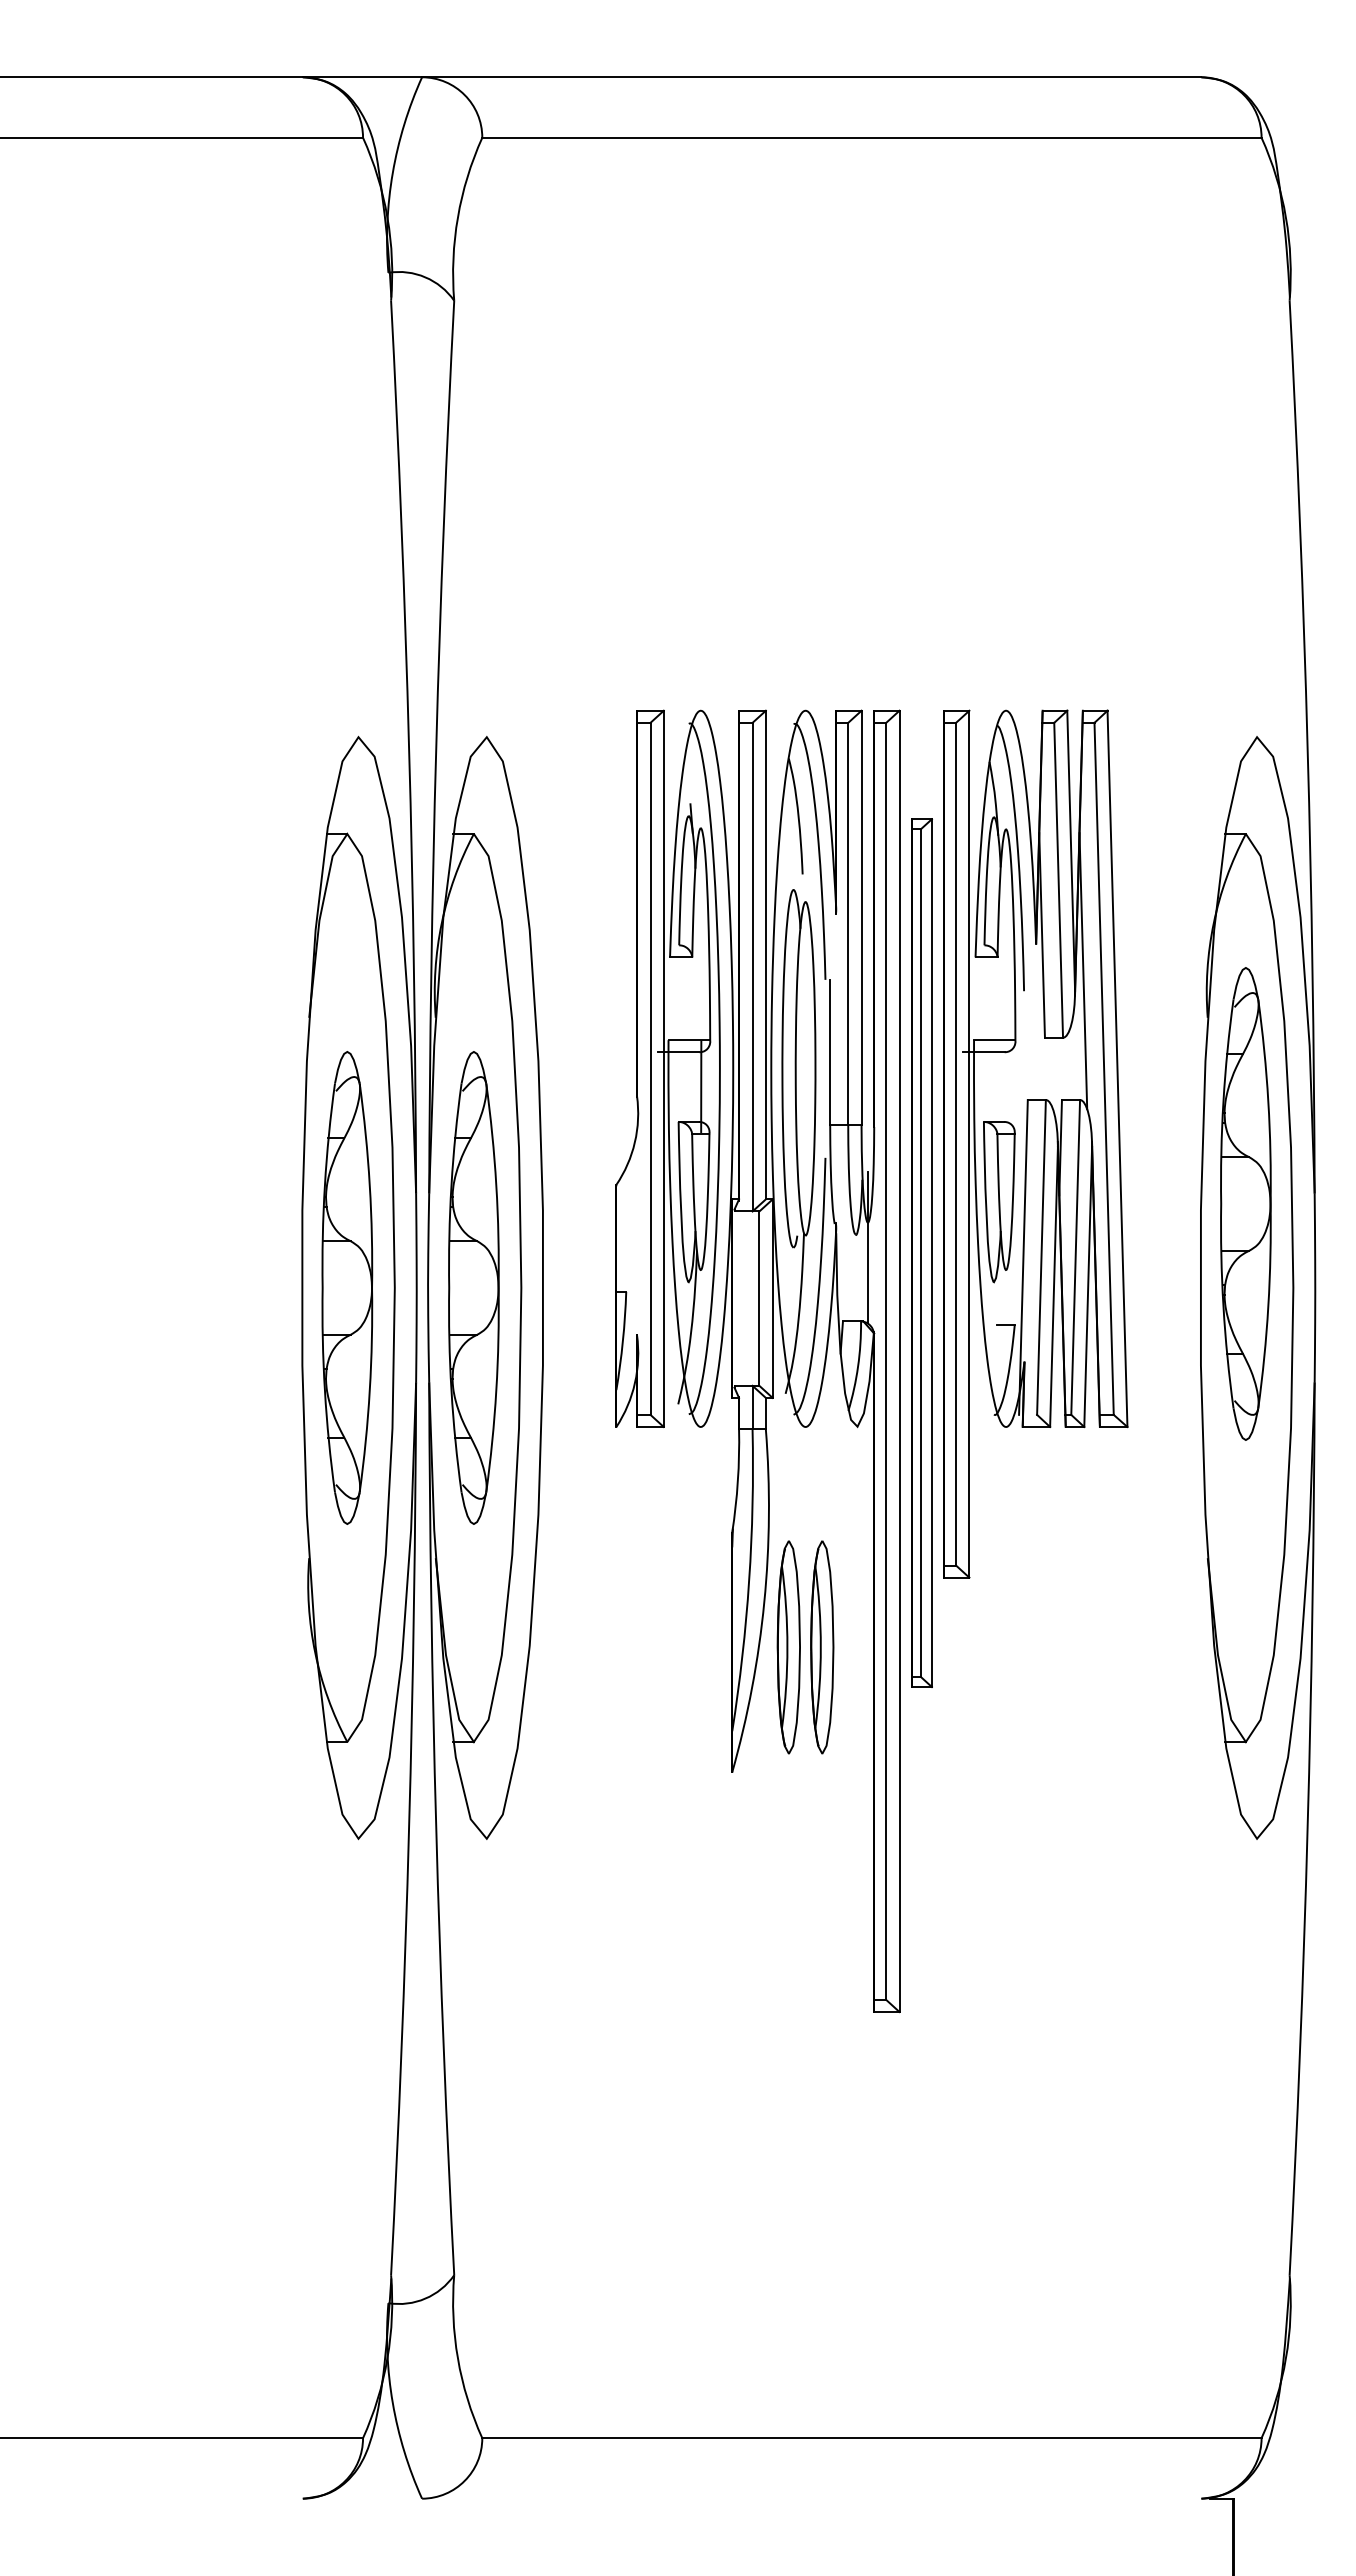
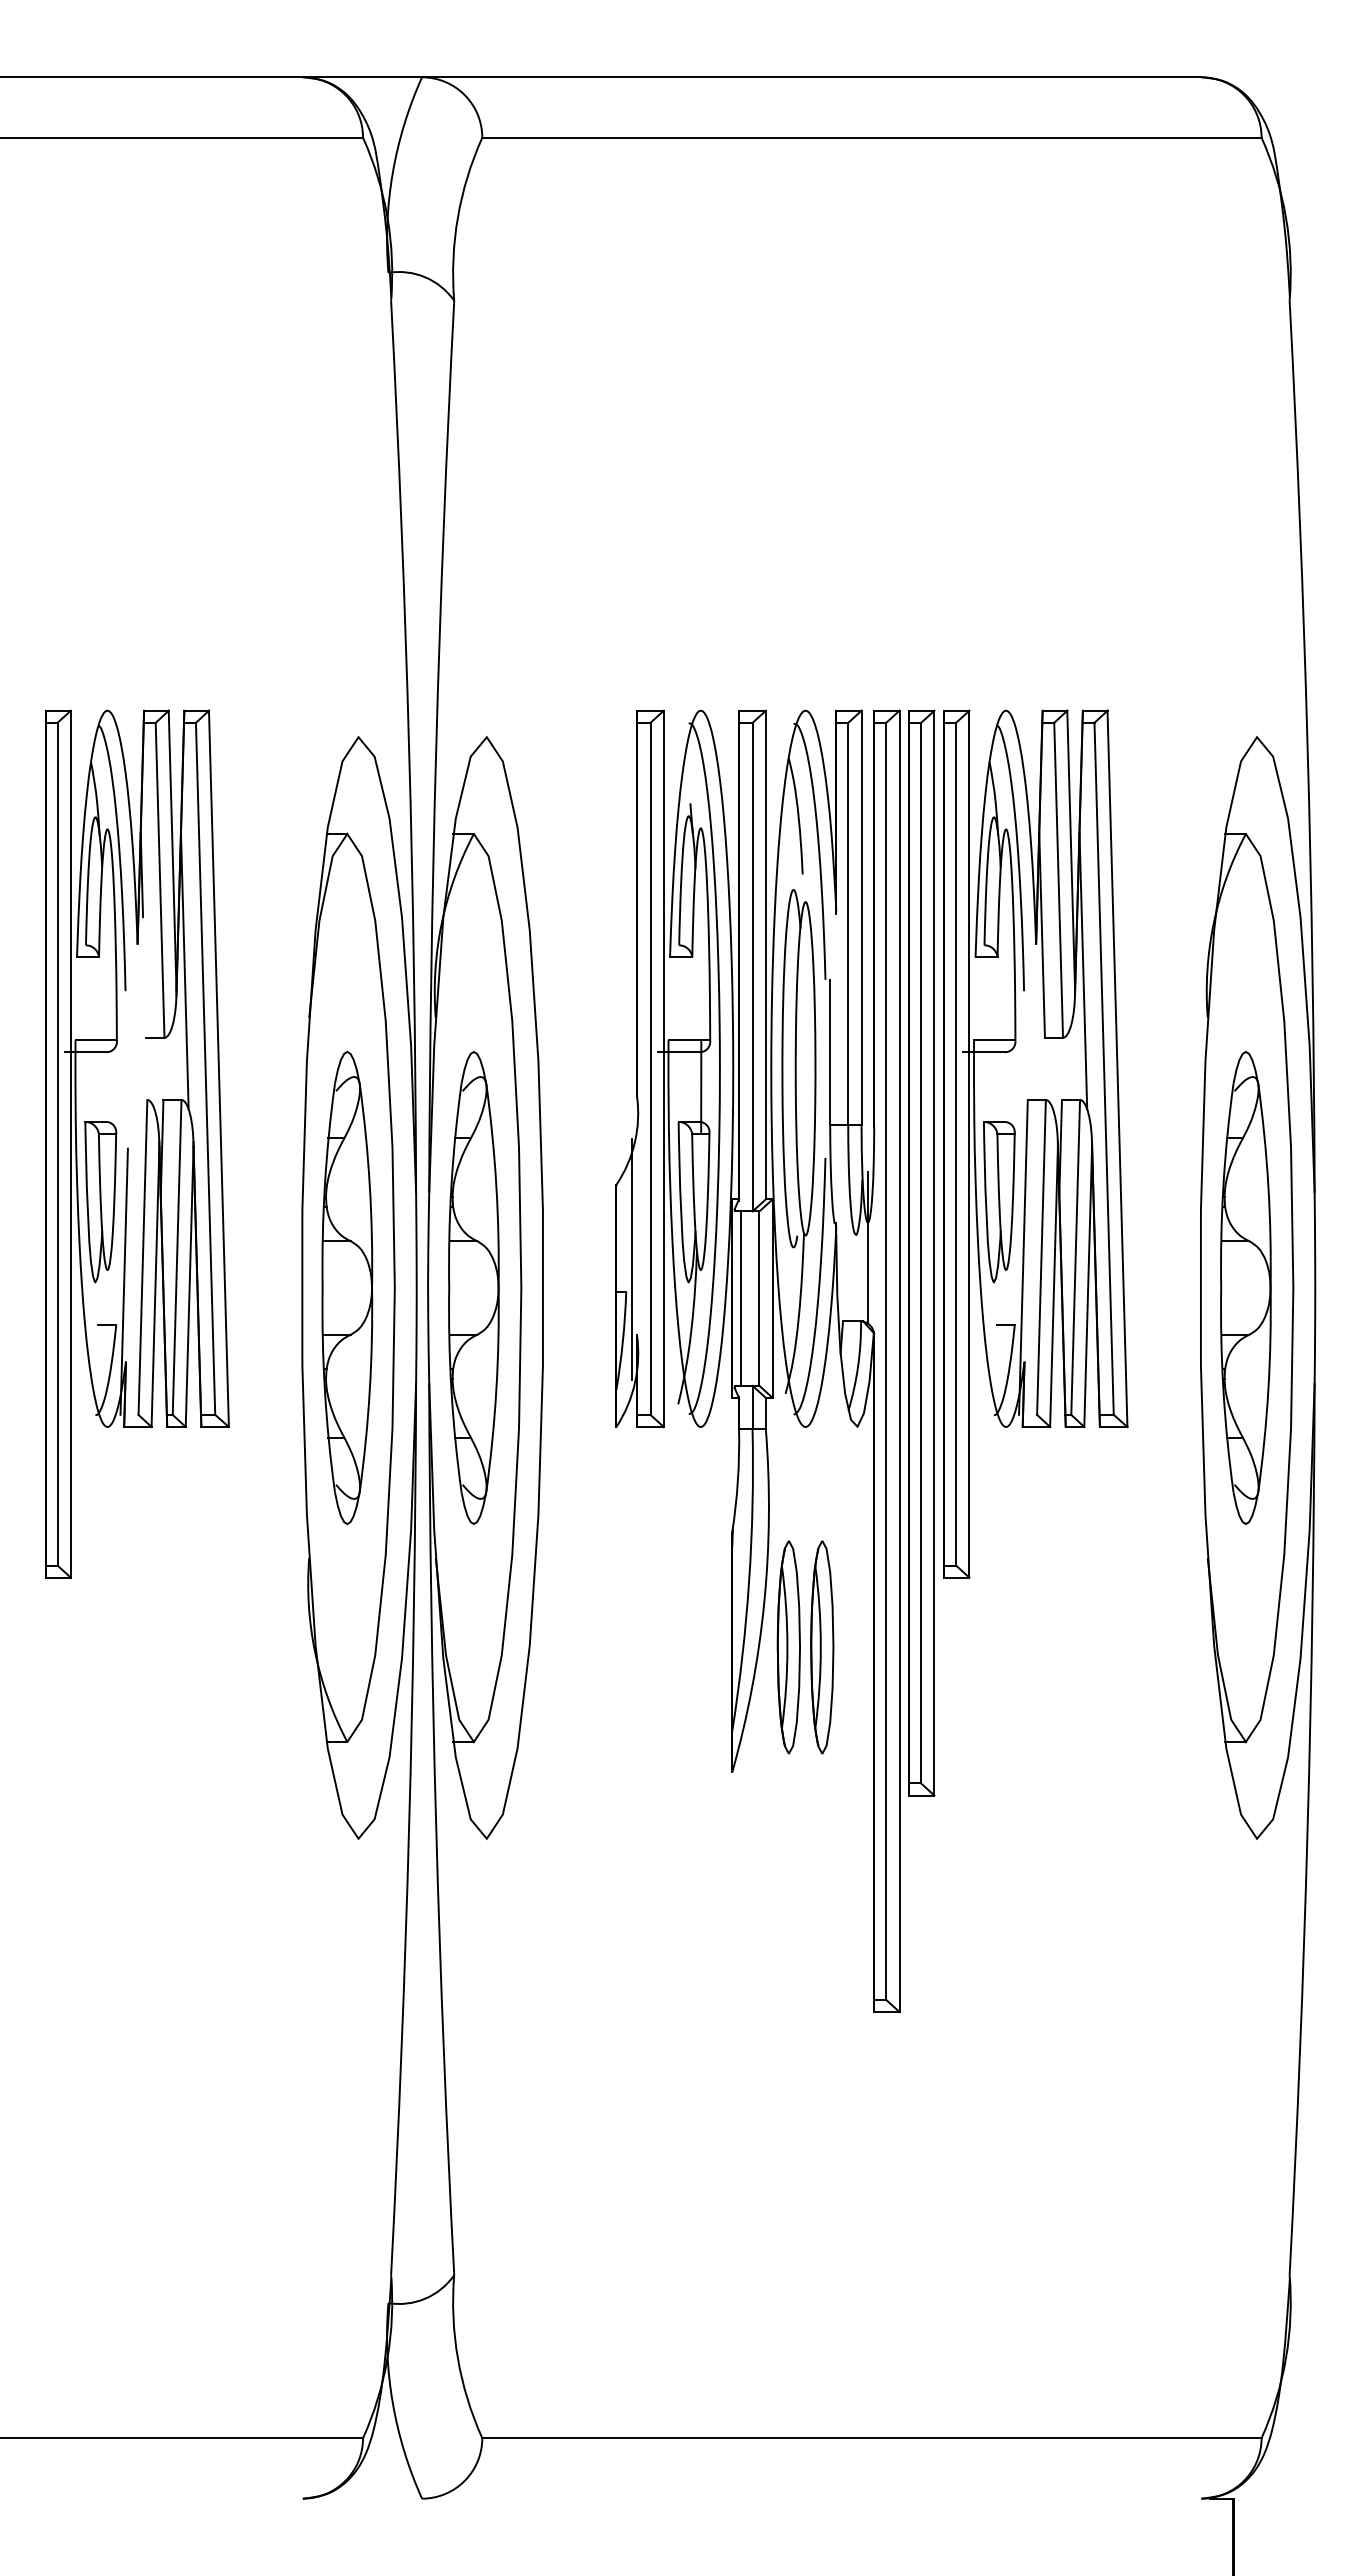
part at (137, 1143): none -> present
part at (1245, 1203) position: (1245, 1203) -> (1245, 1287)
part at (921, 1252) size: 22x870 px -> 28x1088 px
line at (632, 1258): none -> present
line at (741, 1298): none -> present
